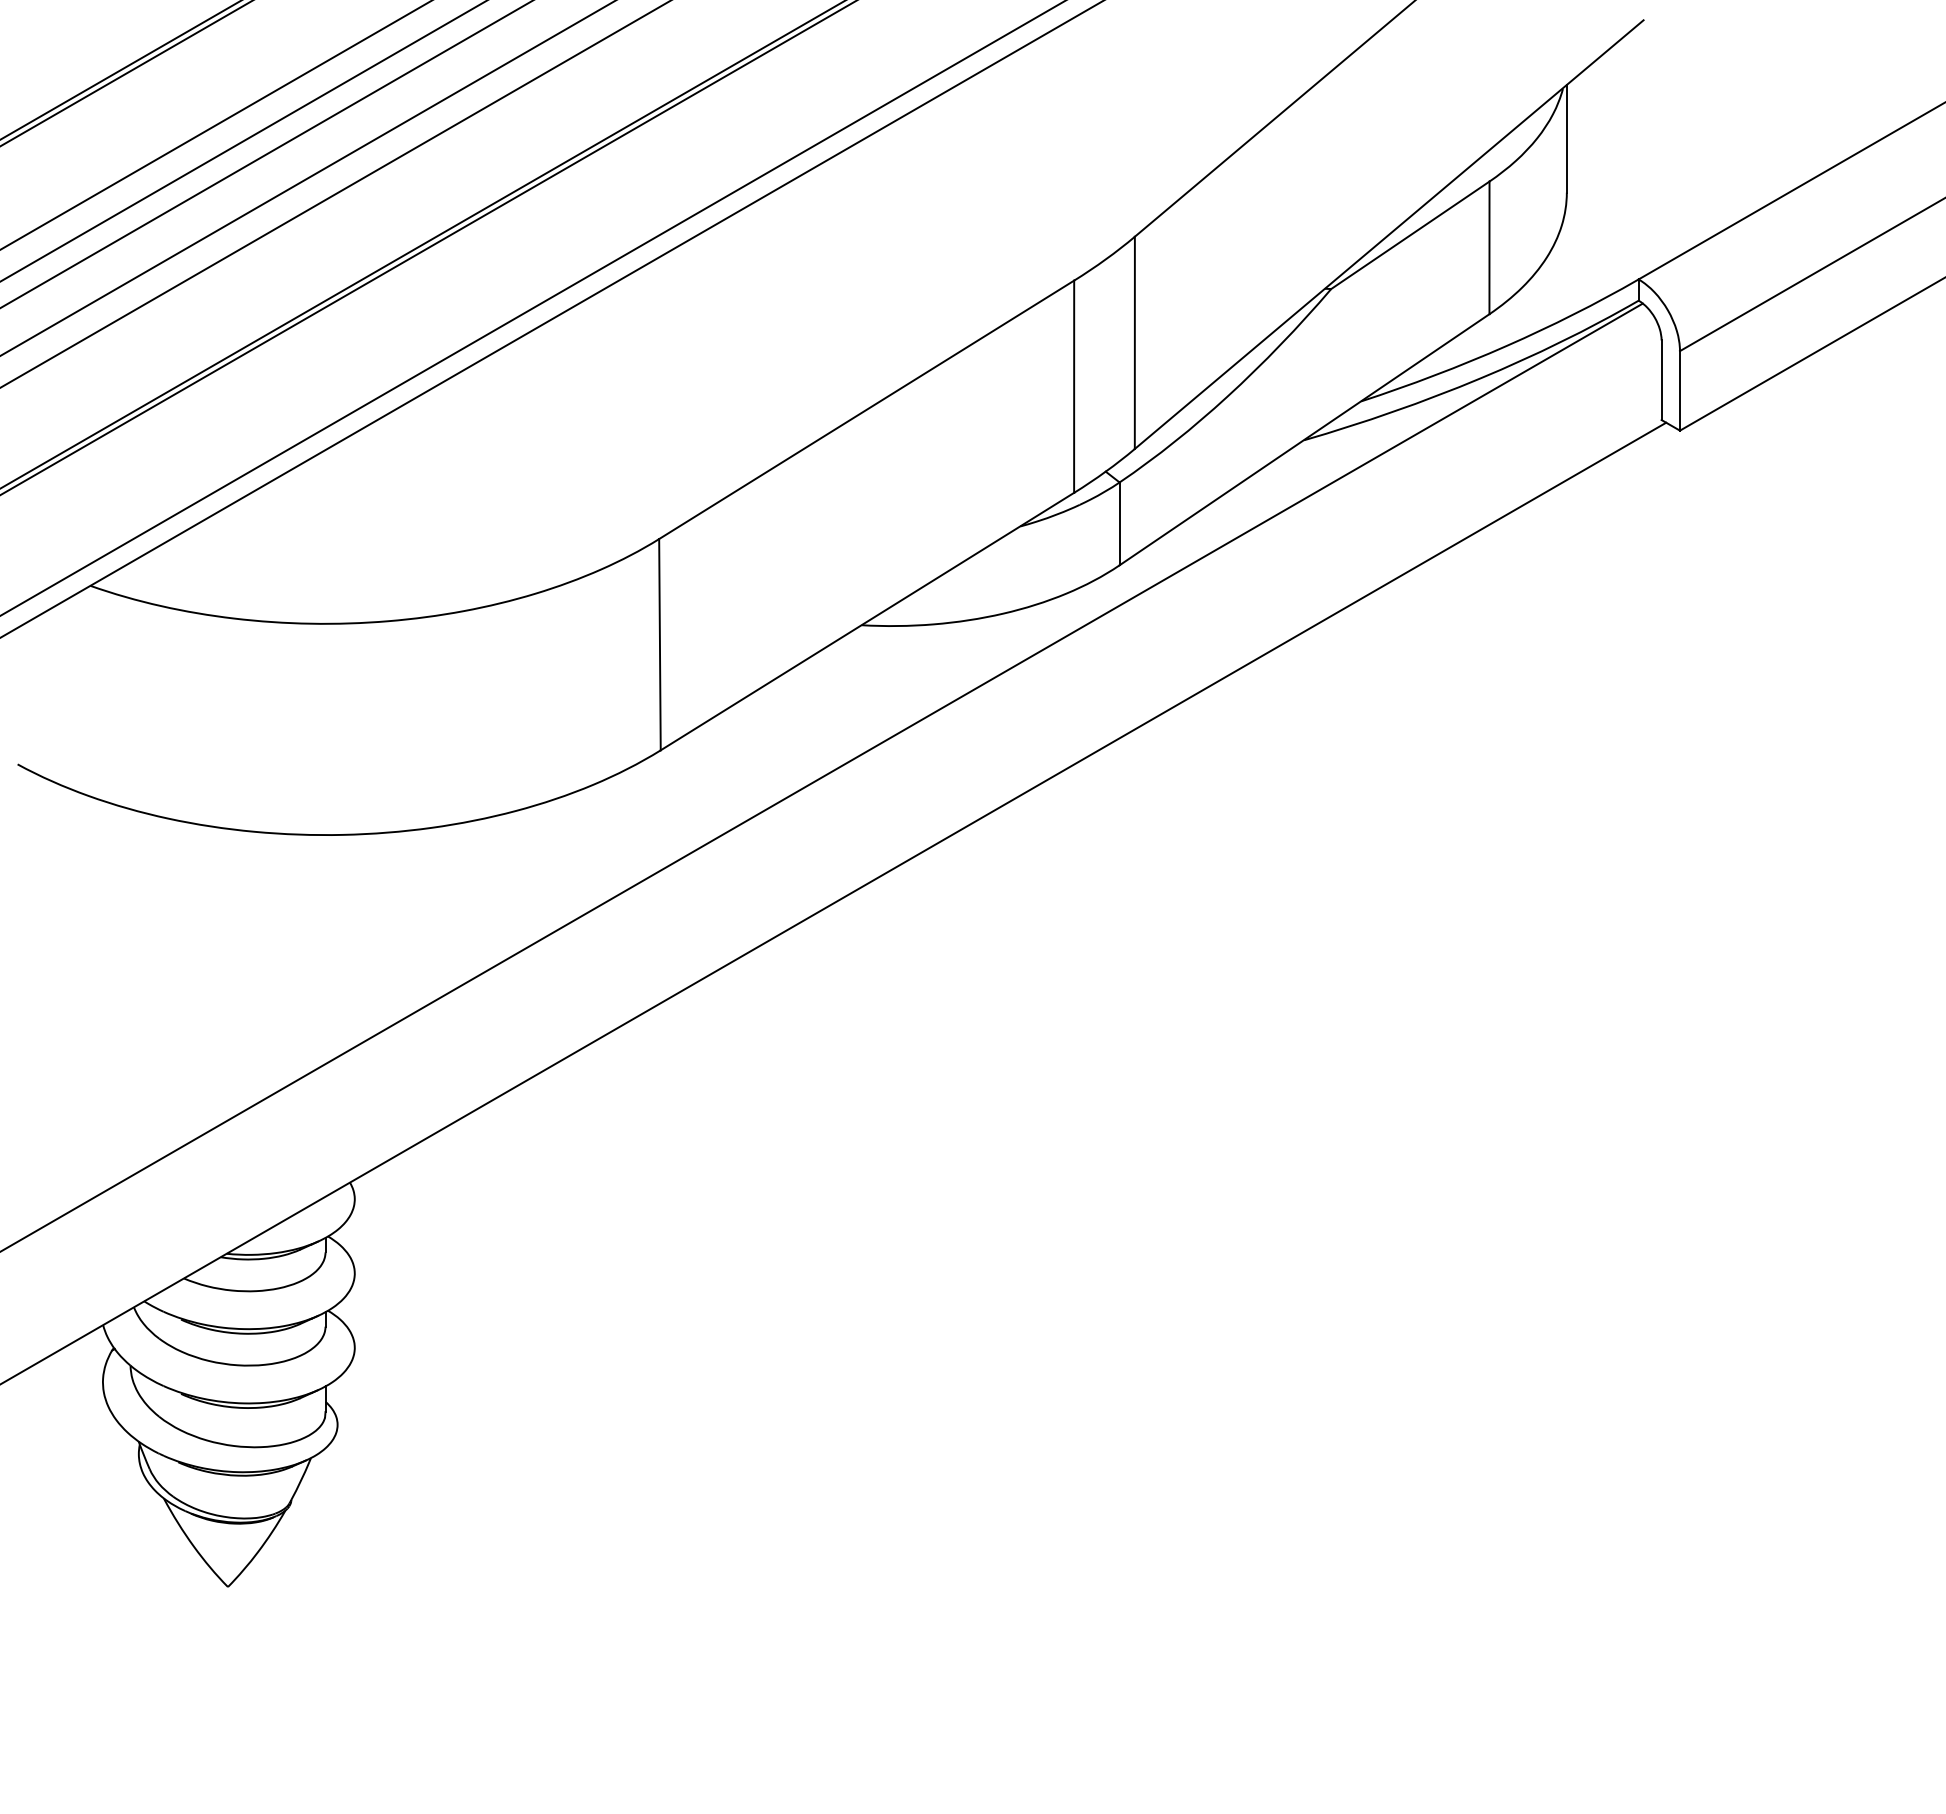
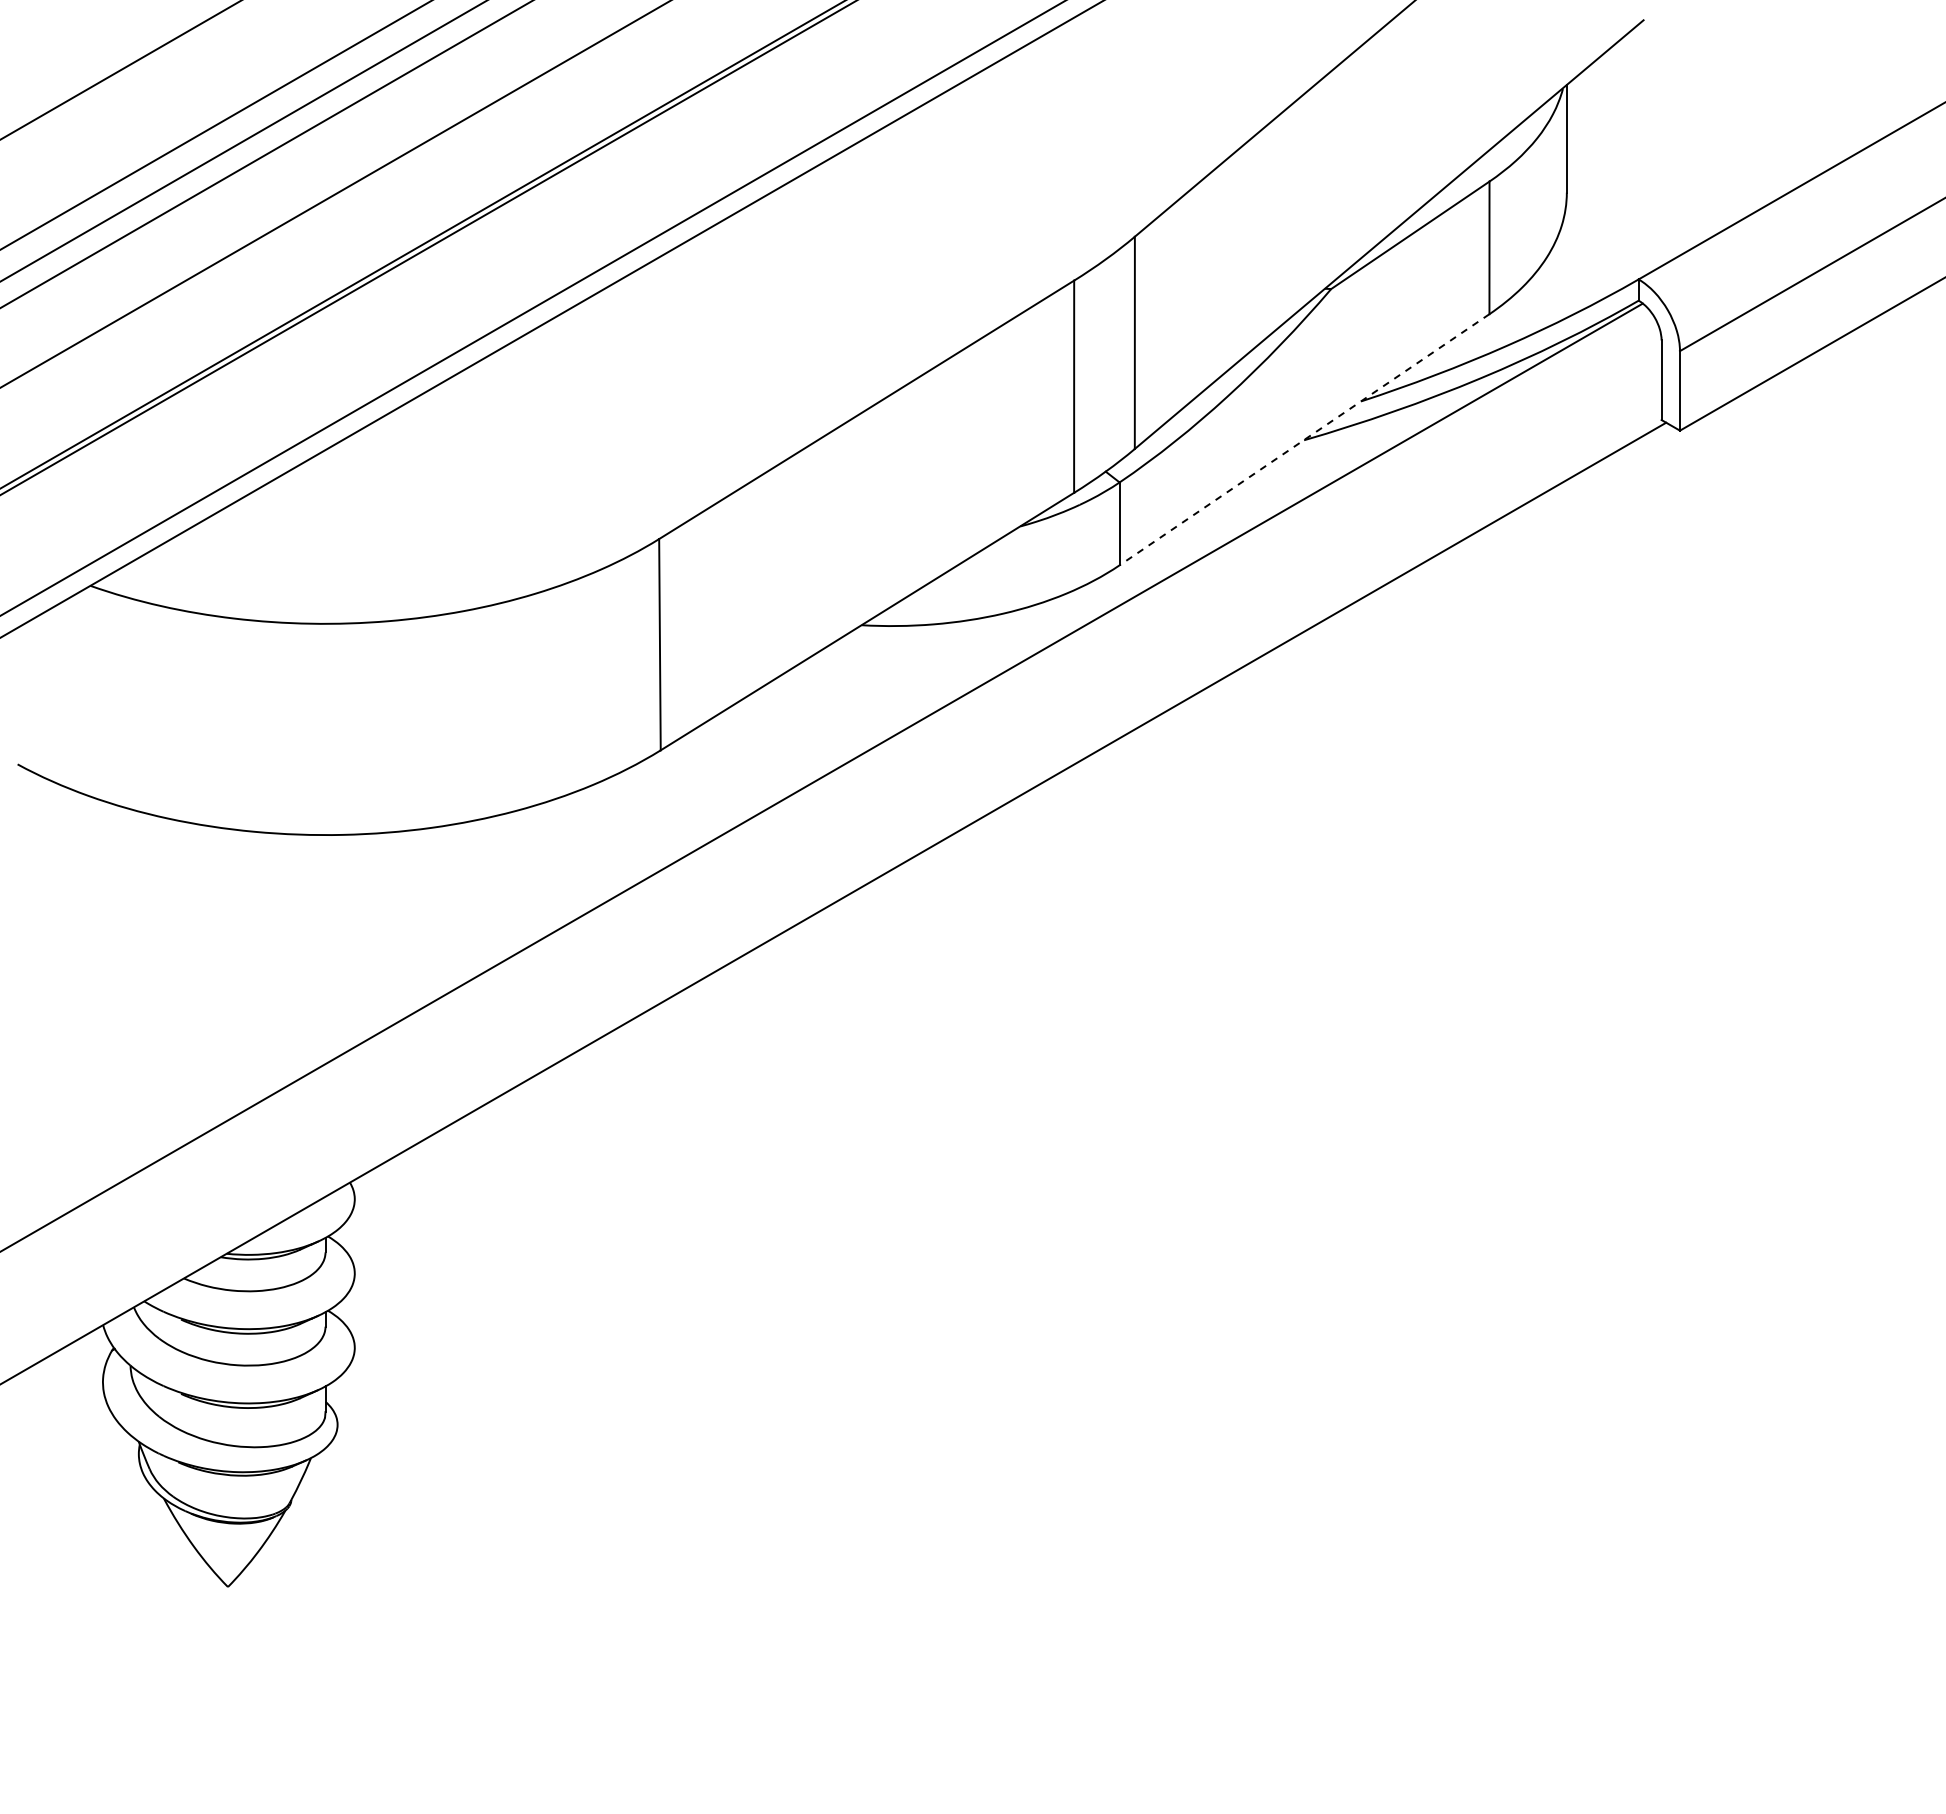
line at (126, 73): present -> none
line at (307, 178): present -> none
line at (1304, 439): solid -> dashed
